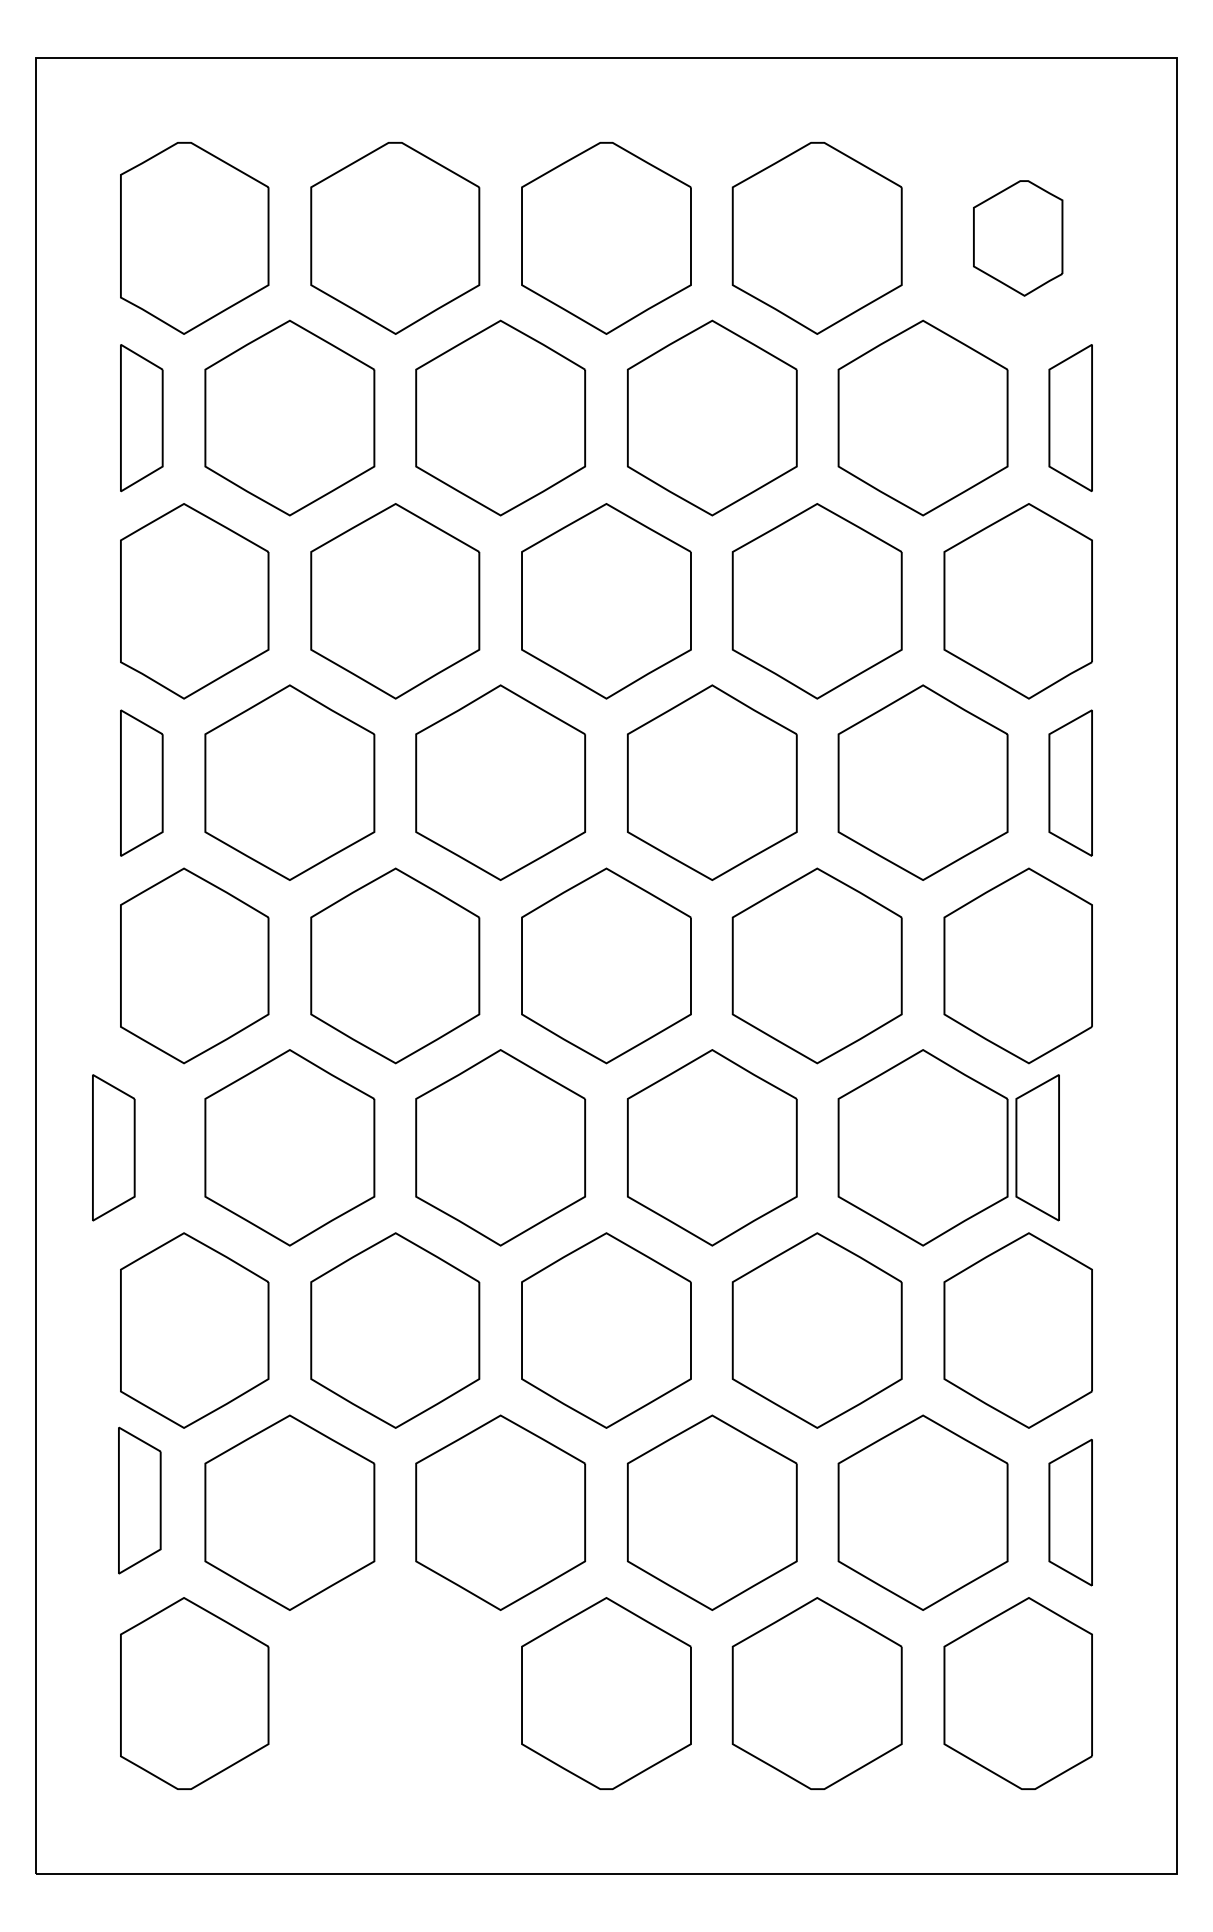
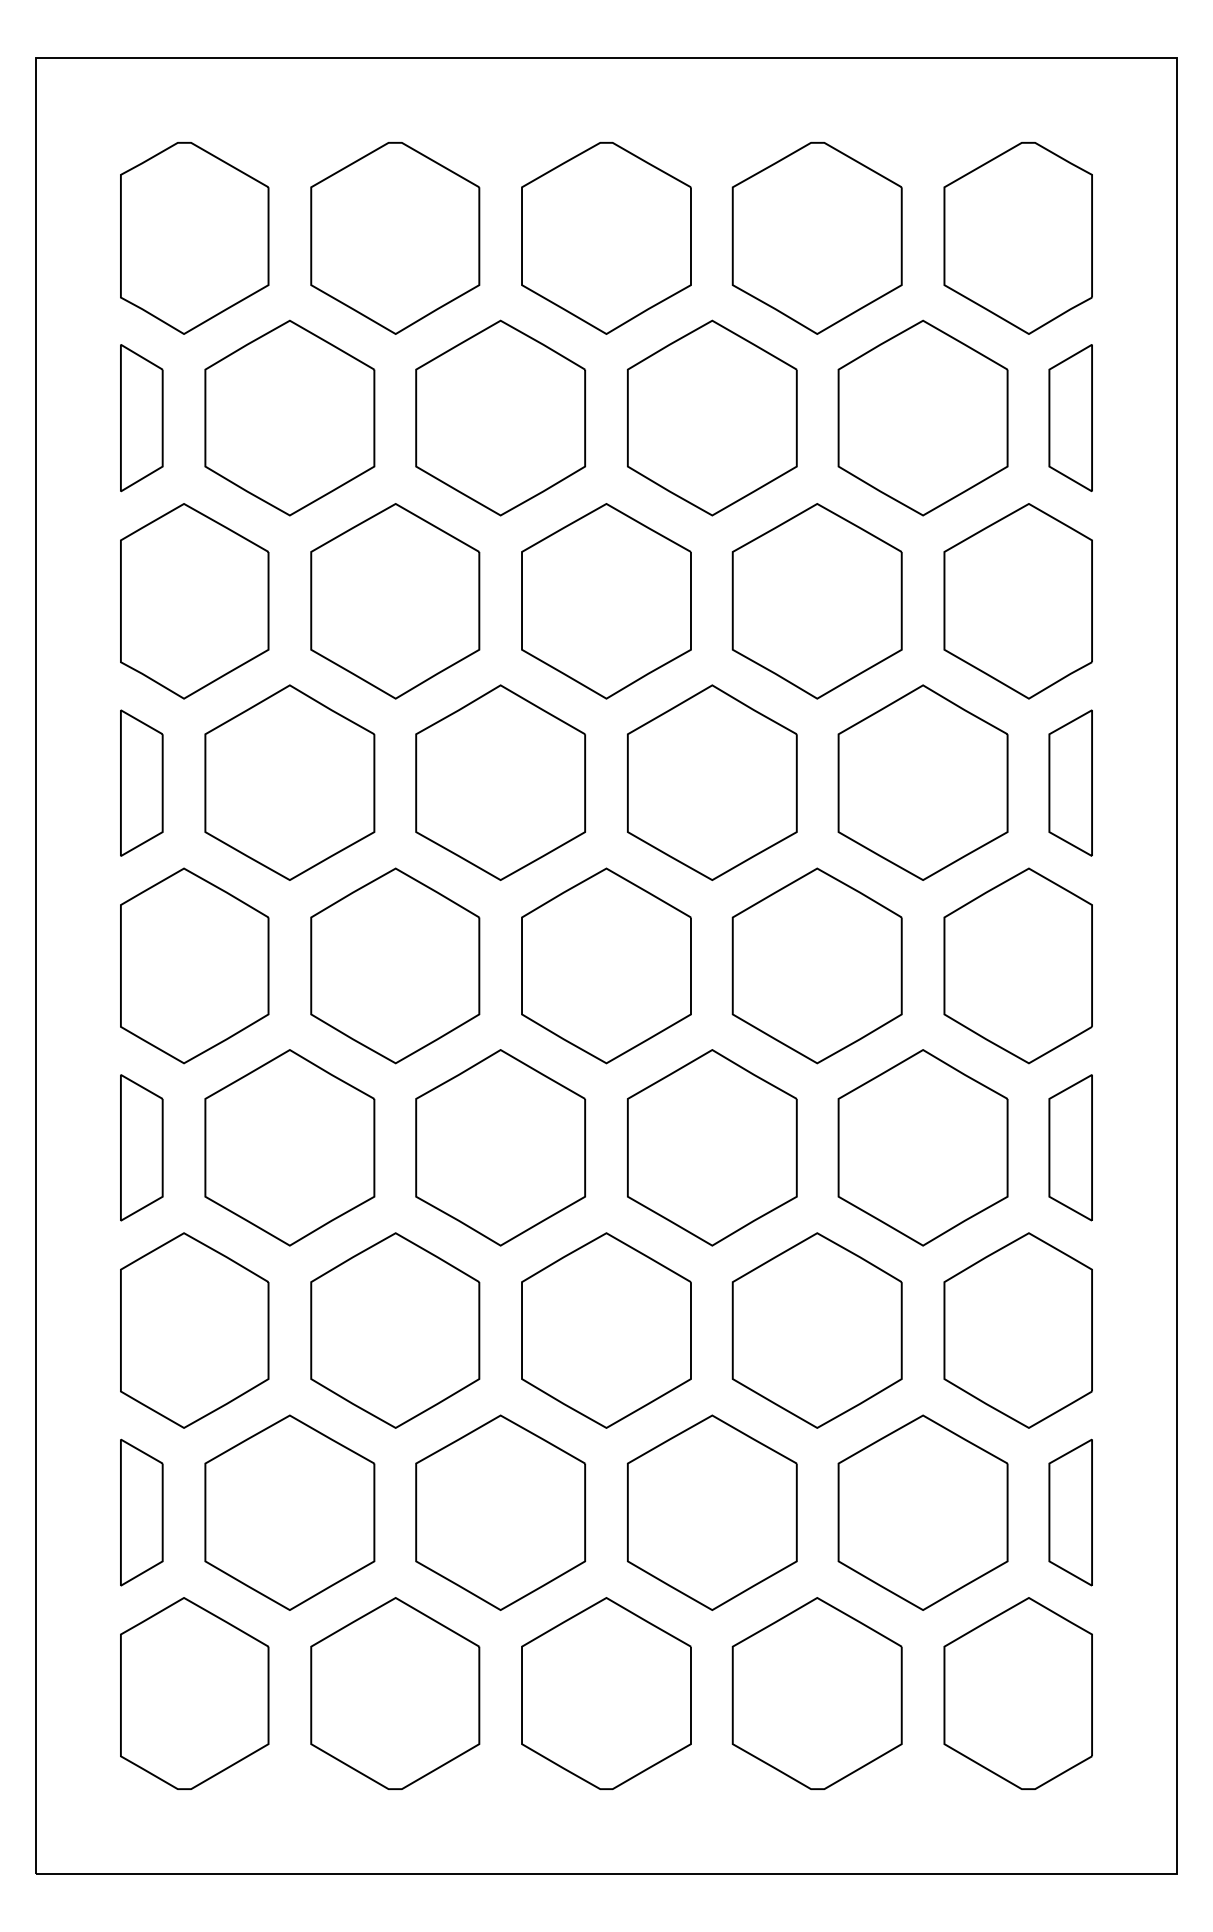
part at (1018, 238) size: 91x117 px -> 150x193 px
part at (113, 1147) position: (113, 1147) -> (141, 1147)
part at (1037, 1147) position: (1037, 1147) -> (1070, 1147)
part at (139, 1500) position: (139, 1500) -> (141, 1512)
part at (395, 1693): none -> present
